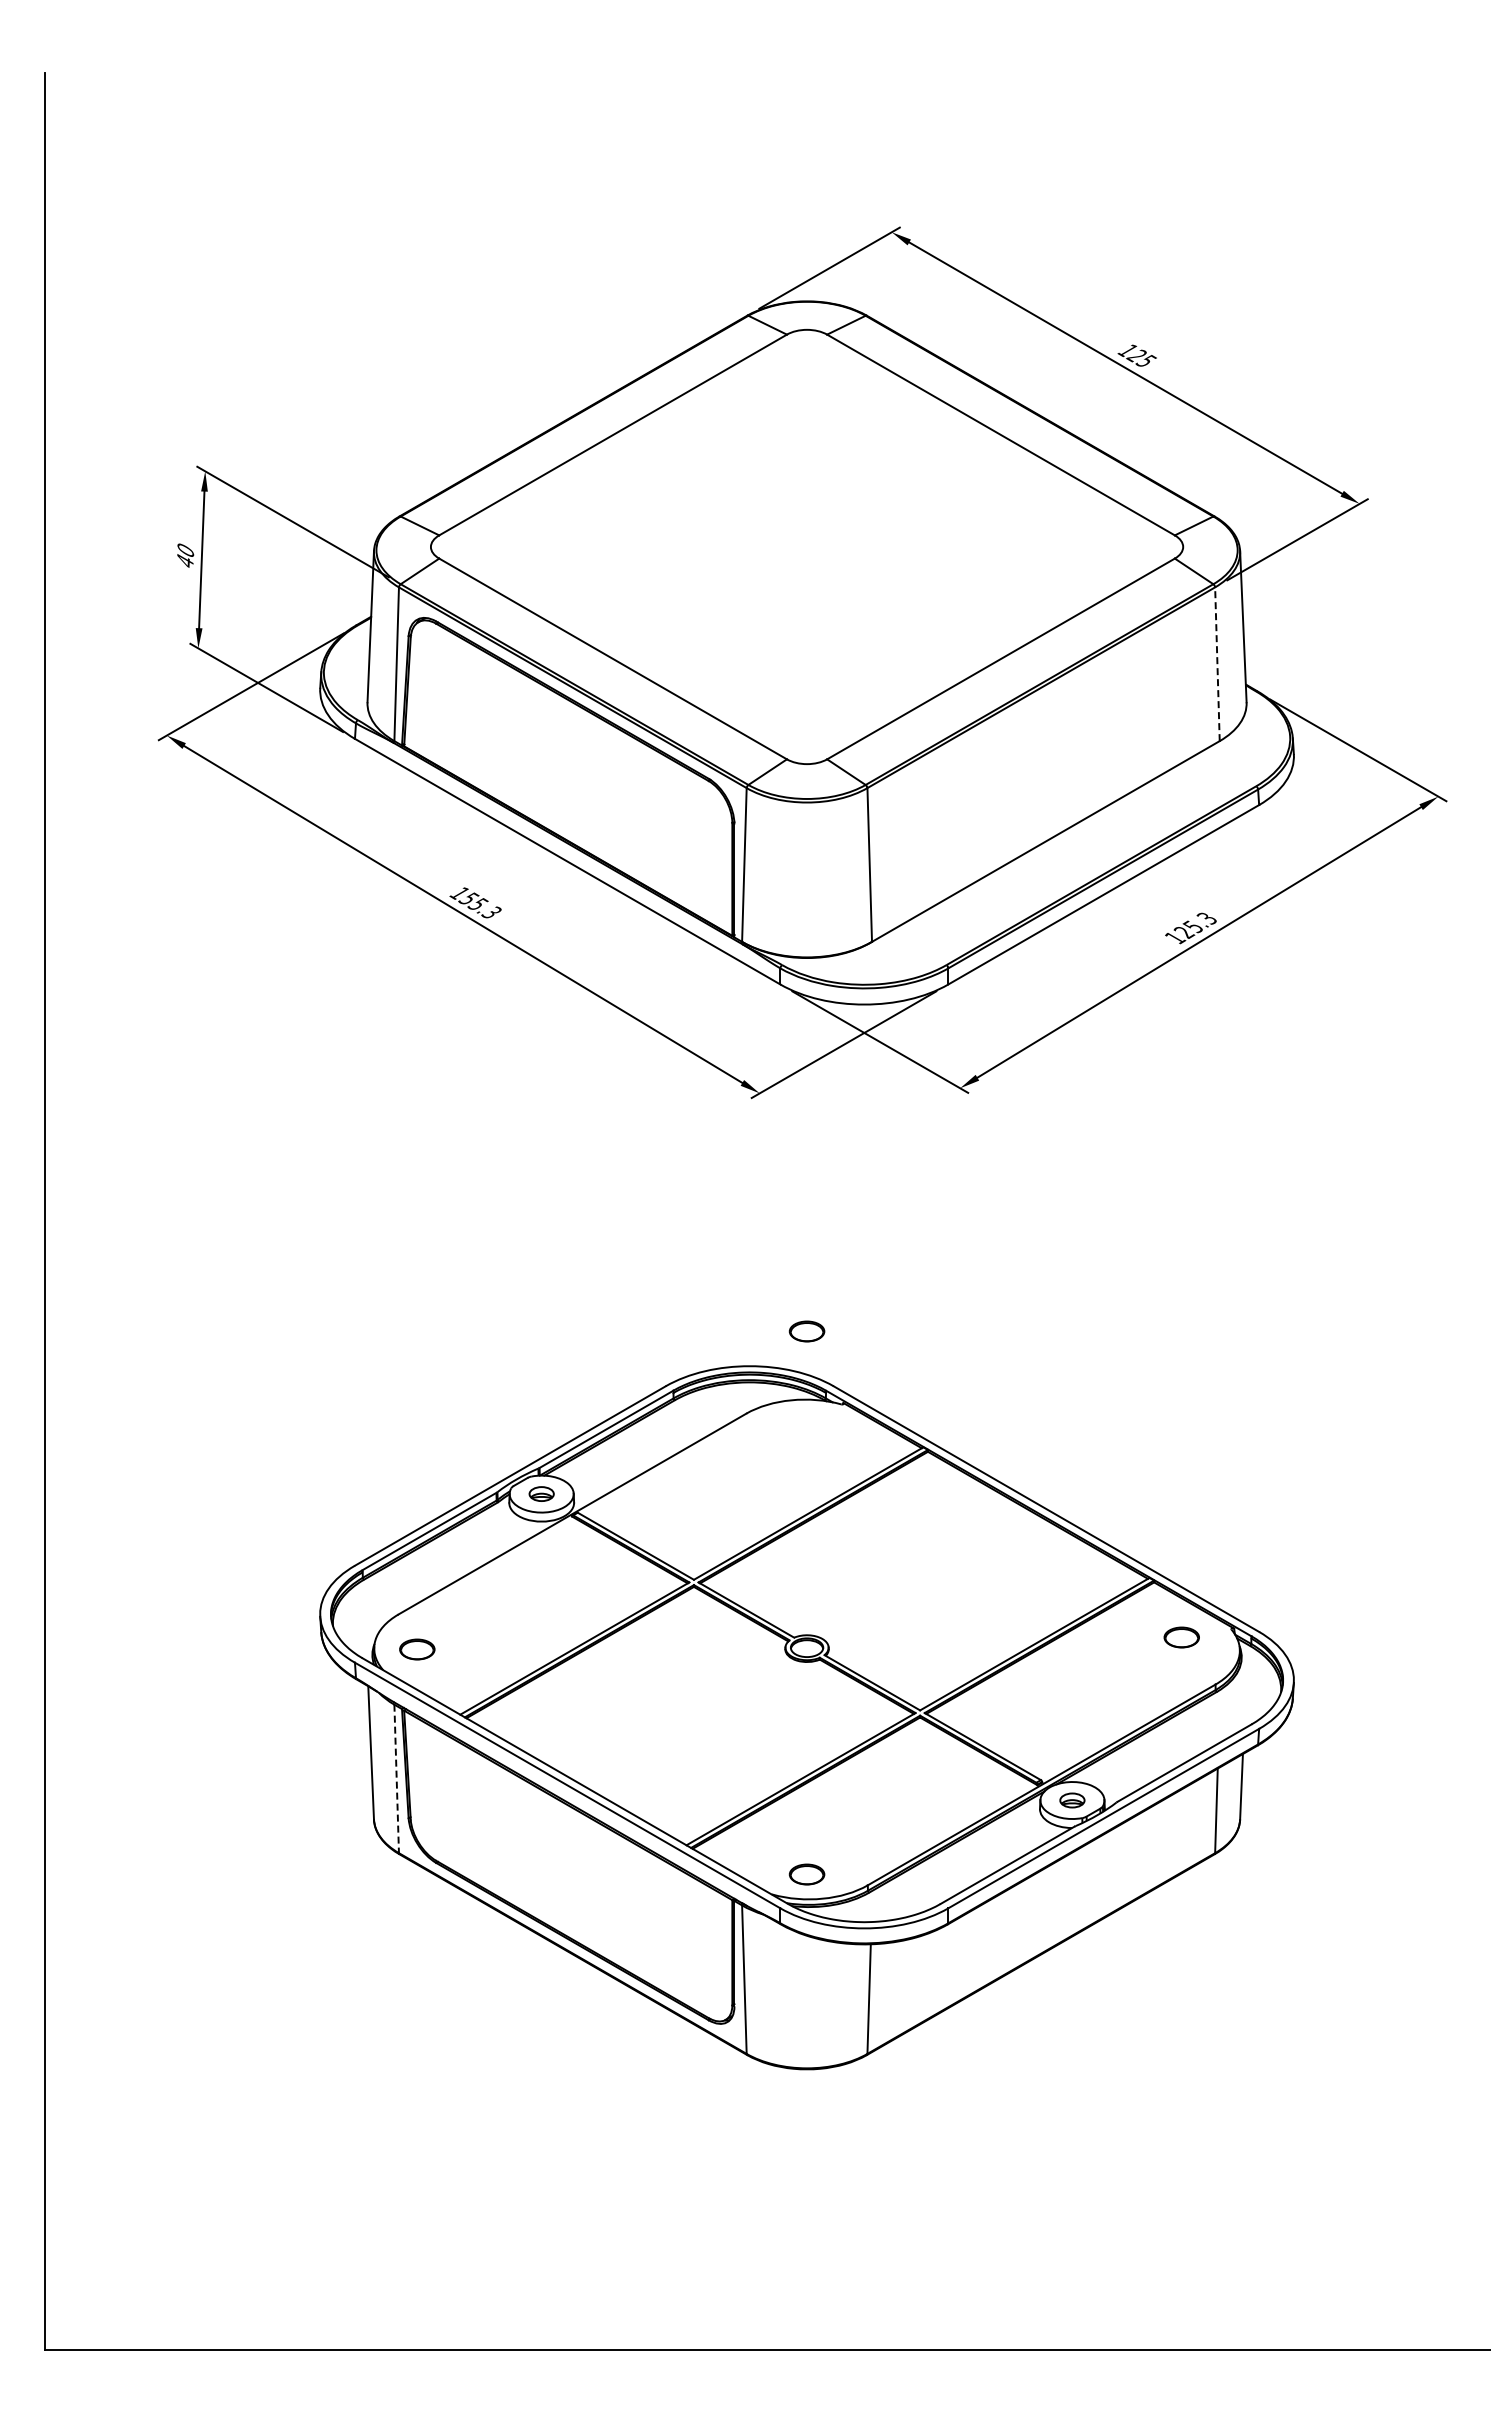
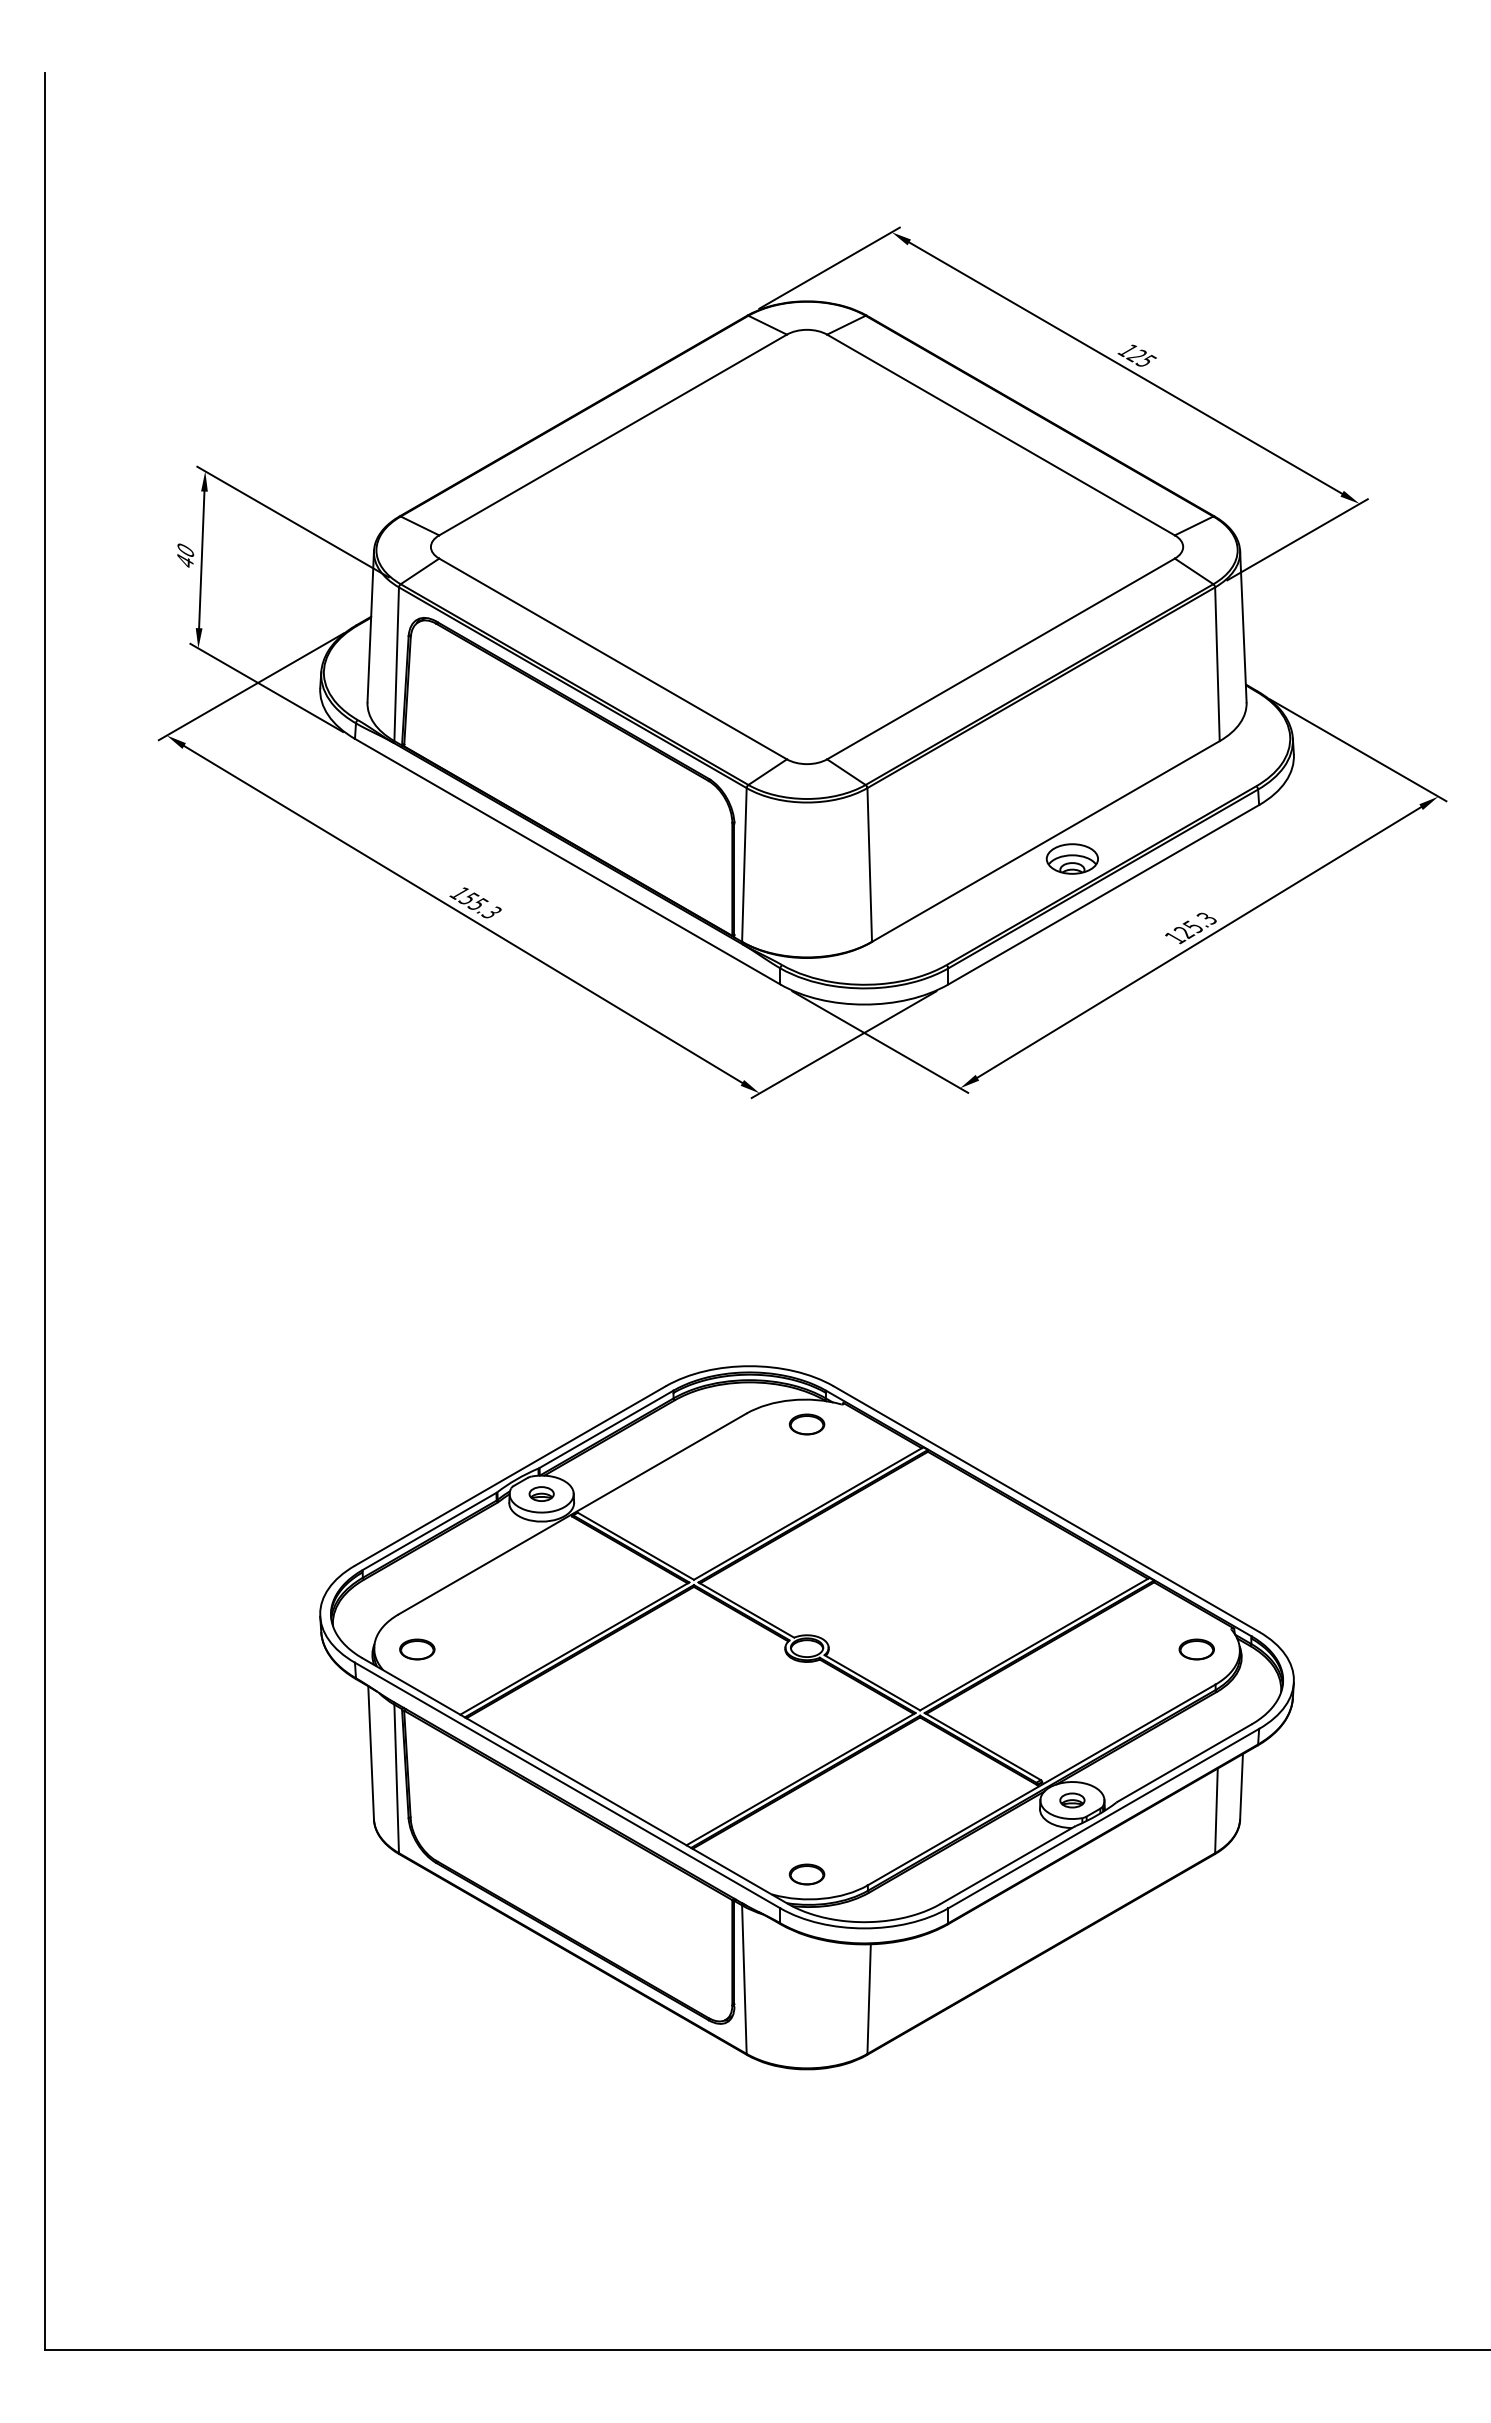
line at (1217, 664): dashed -> solid
part at (1071, 858): none -> present
part at (806, 1331) position: (806, 1331) -> (806, 1424)
part at (1181, 1637) position: (1181, 1637) -> (1196, 1649)
line at (396, 1779): dashed -> solid
